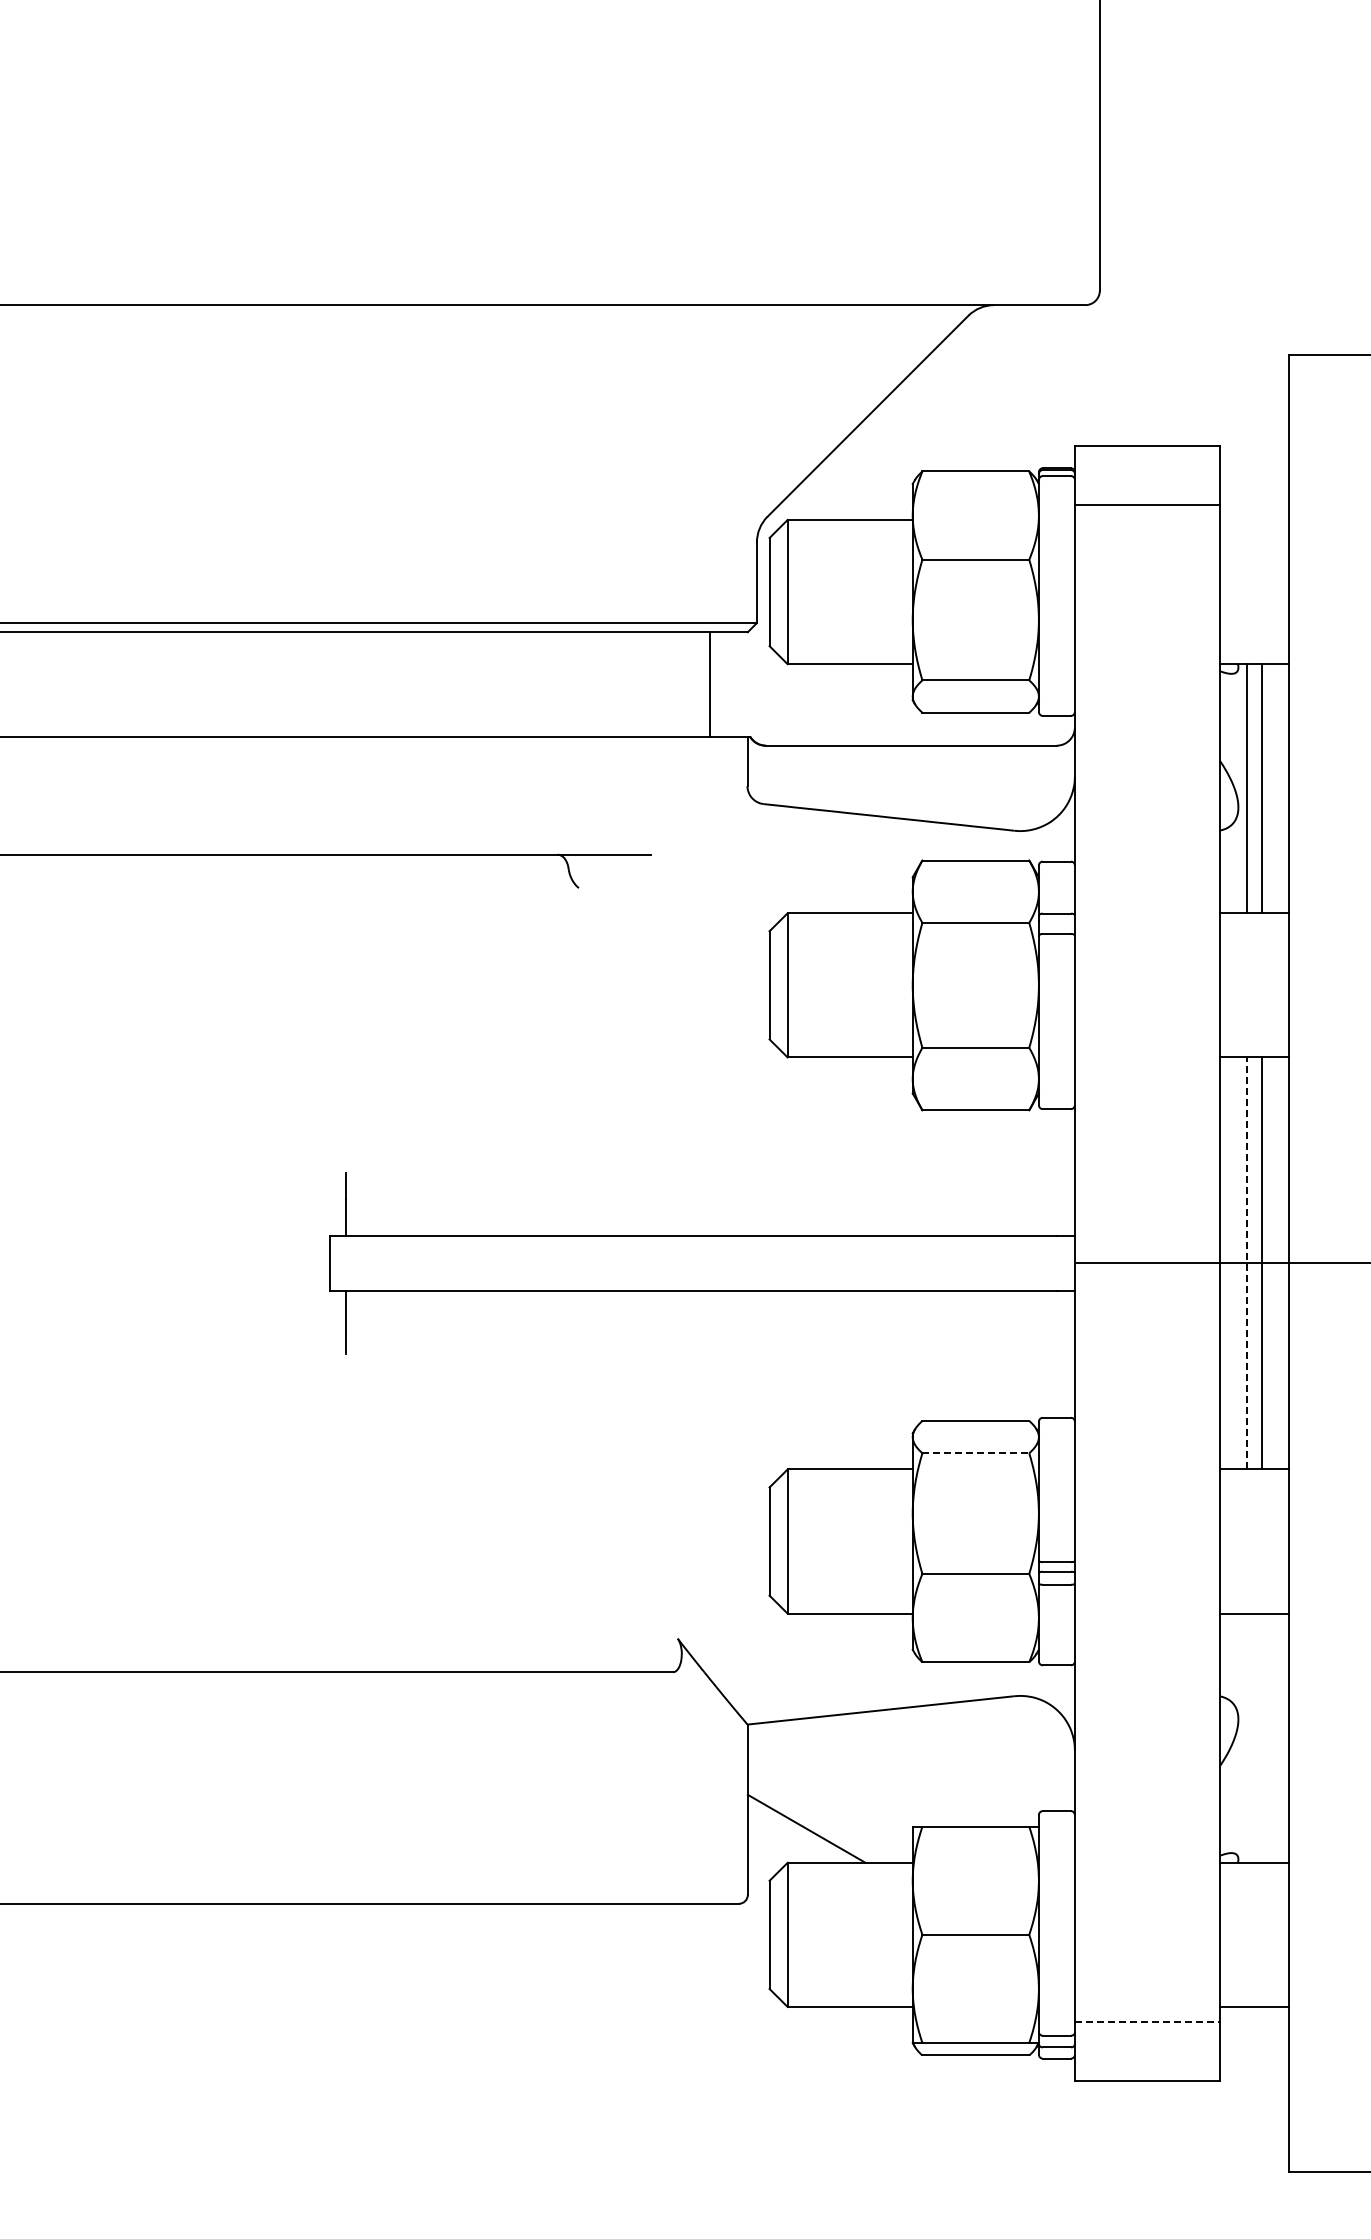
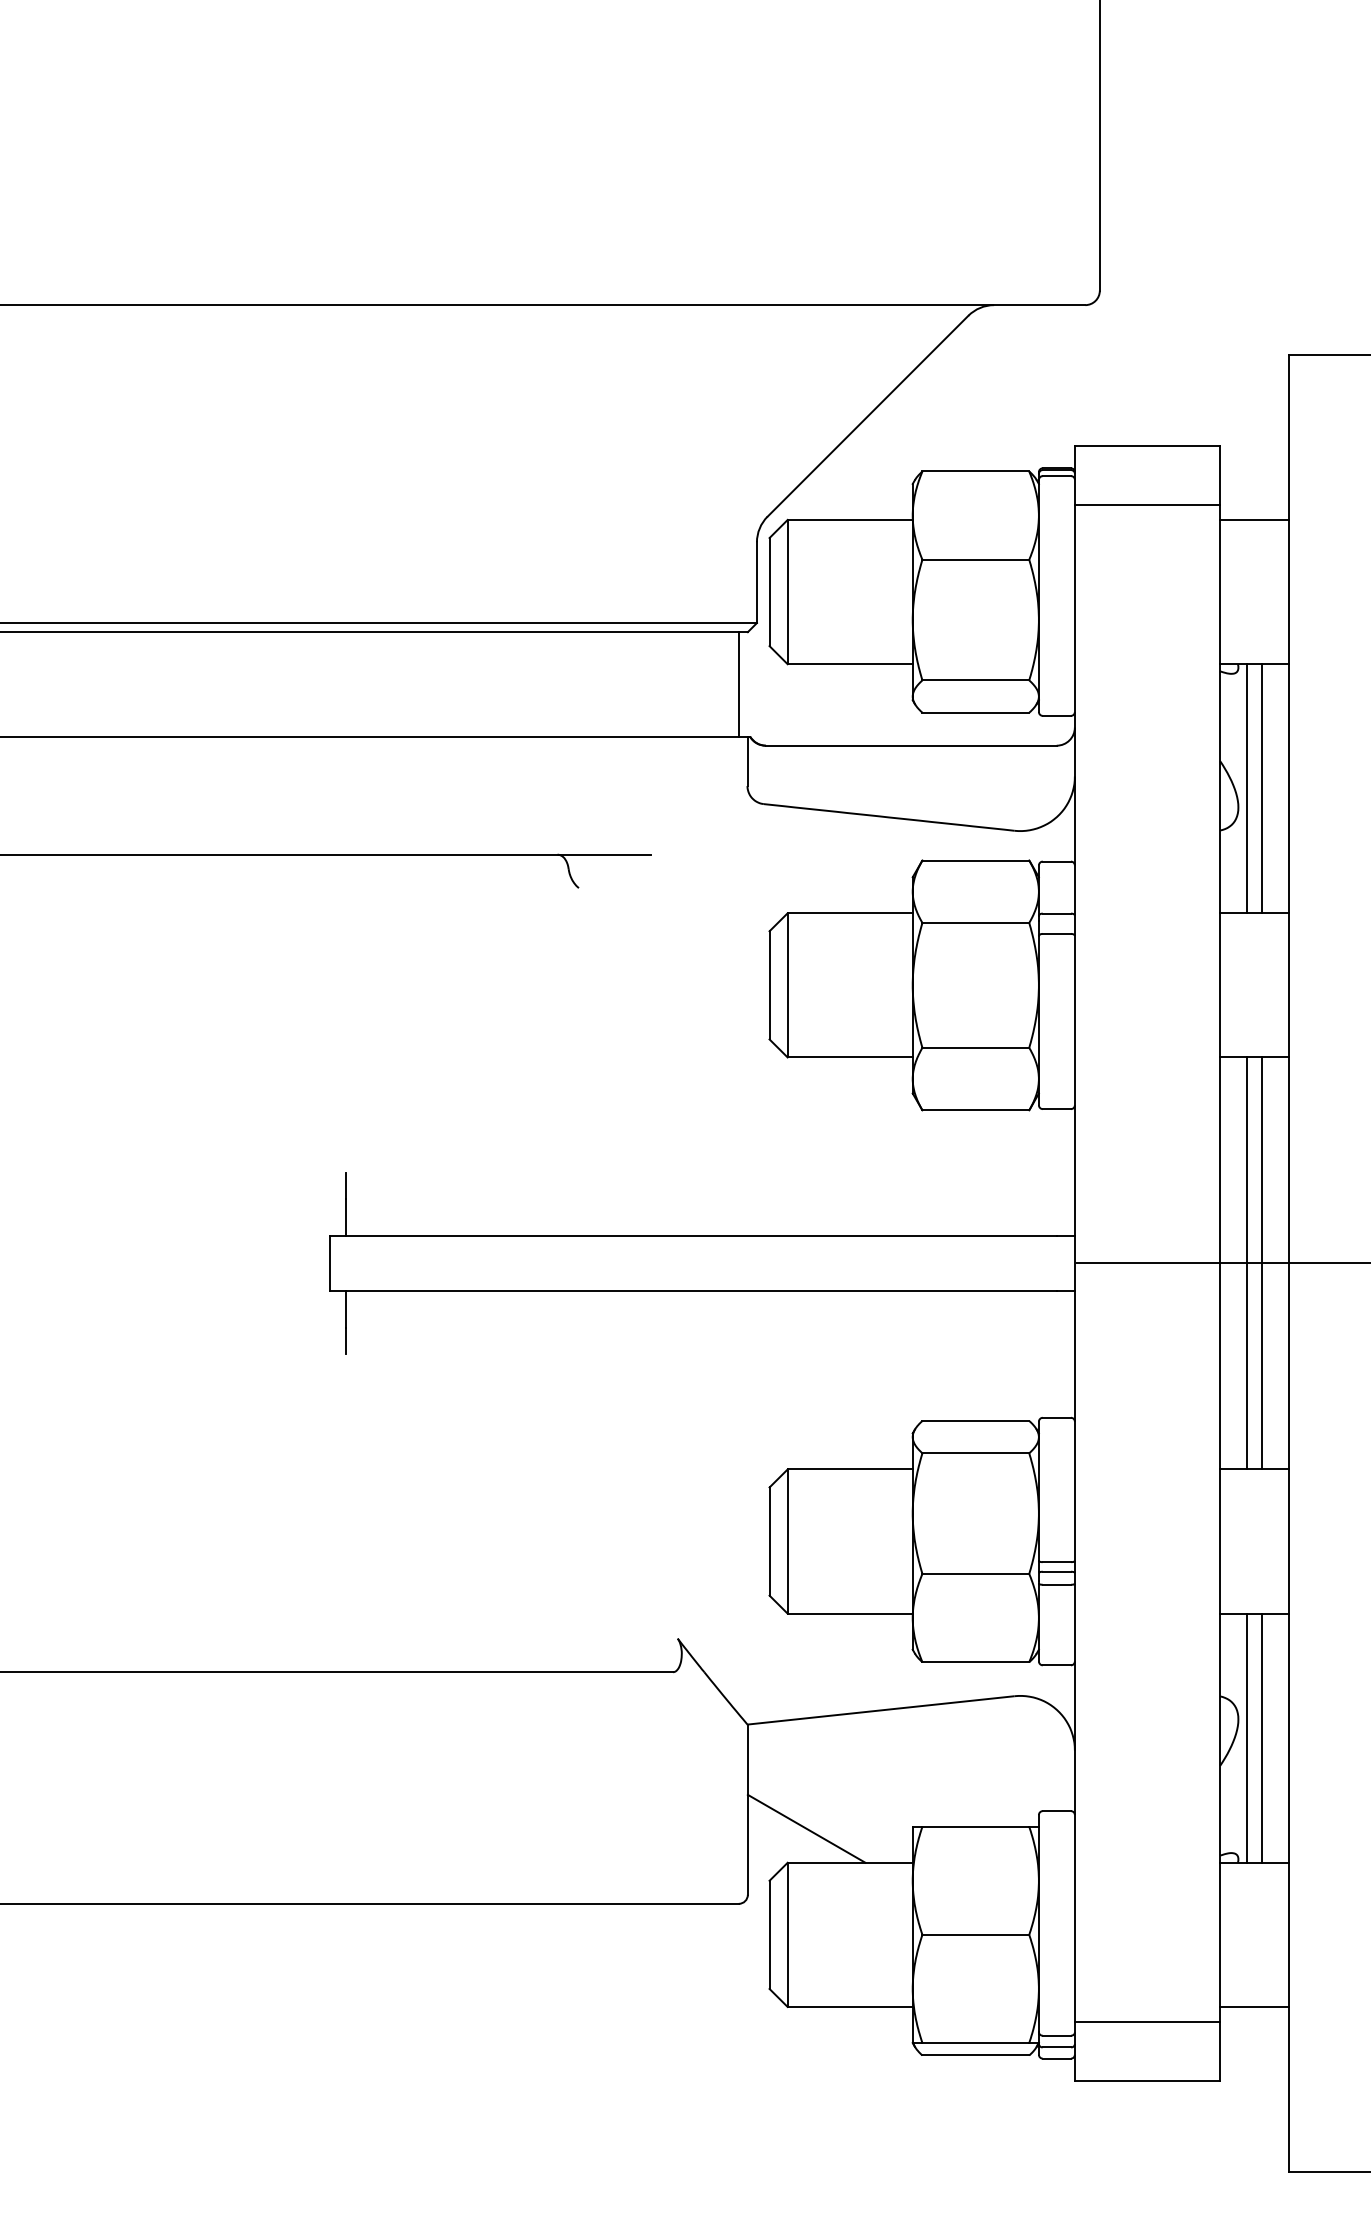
line at (1254, 519): none -> present
line at (709, 684) position: (709, 684) -> (738, 684)
line at (1247, 1262): dashed -> solid
line at (976, 1453): dashed -> solid
line at (1247, 1737): none -> present
line at (1261, 1737): none -> present
line at (1147, 2022): dashed -> solid
